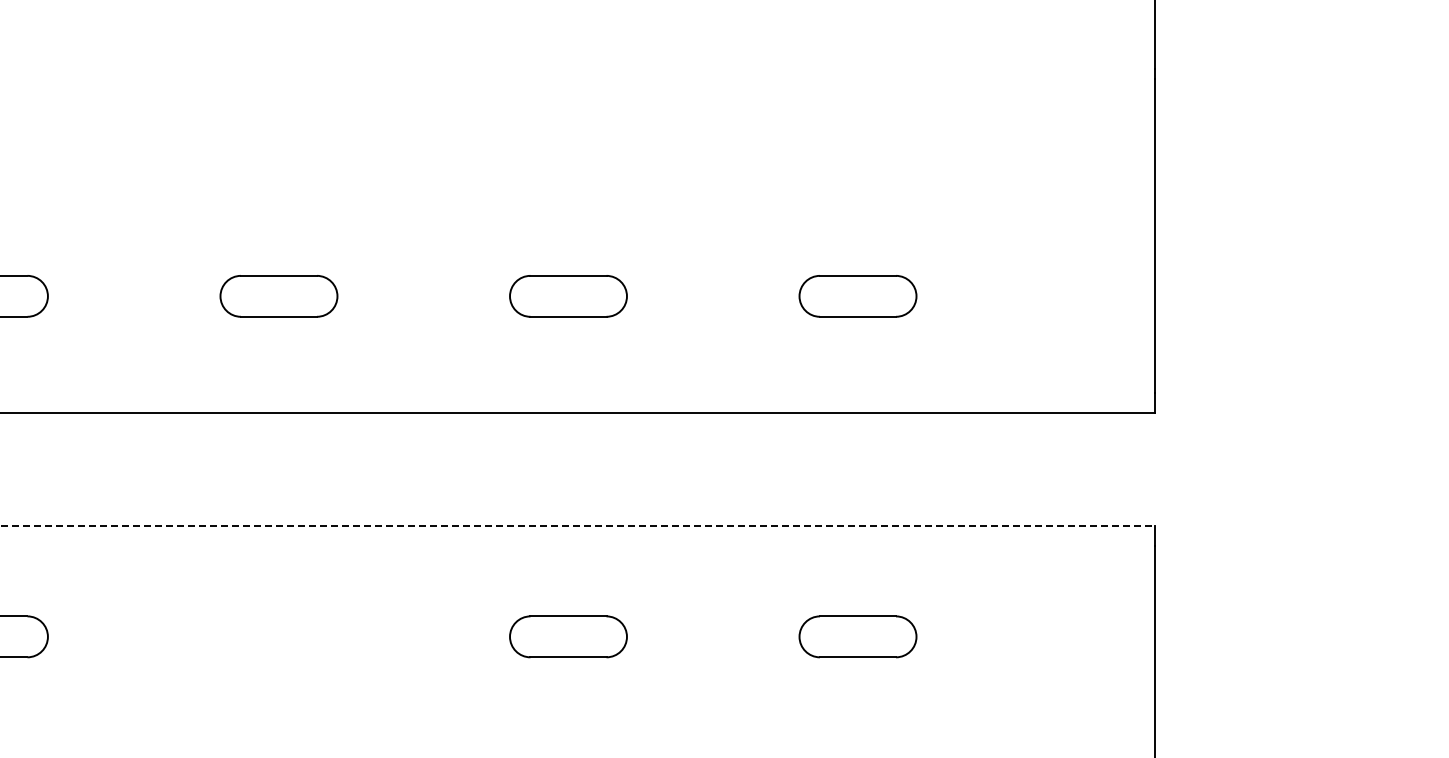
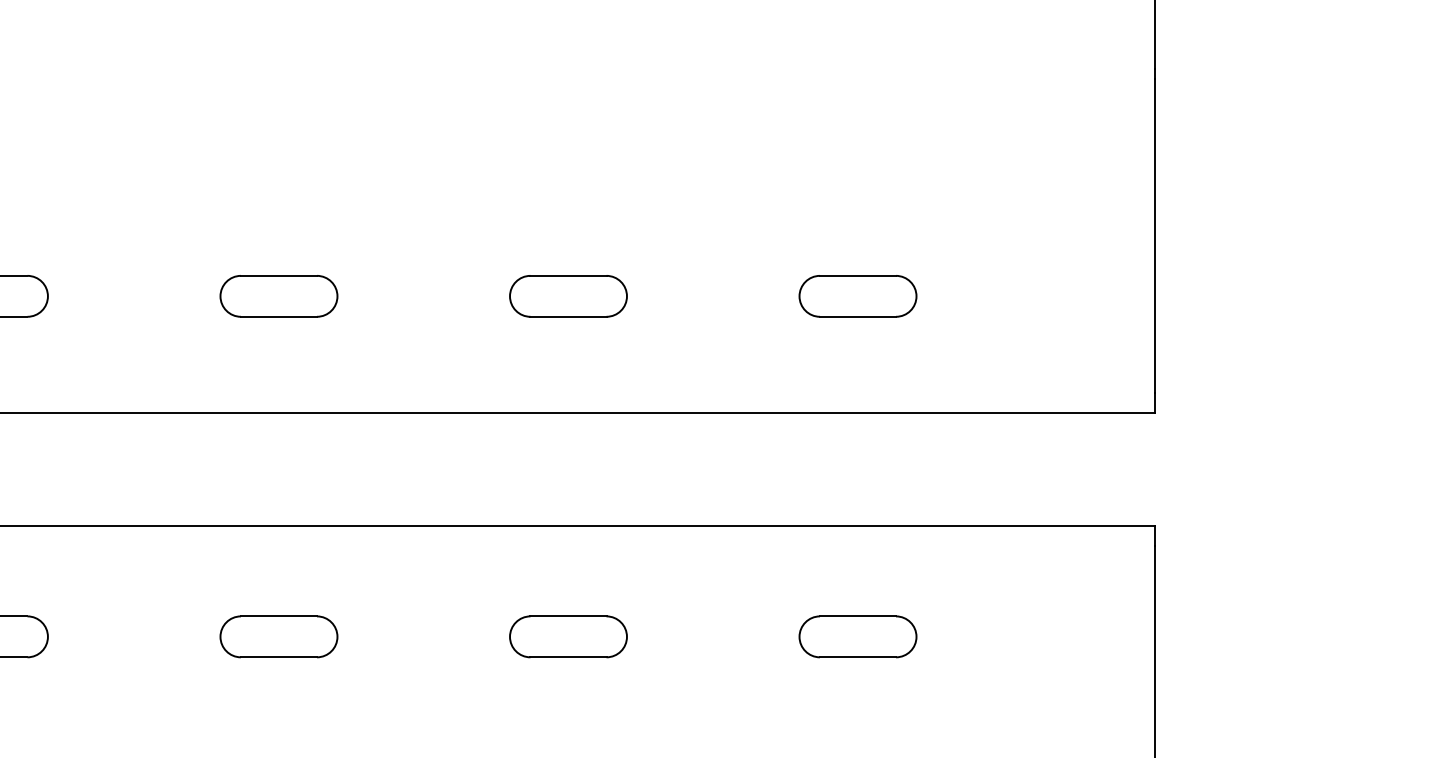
line at (578, 525): dashed -> solid
part at (278, 636): none -> present
